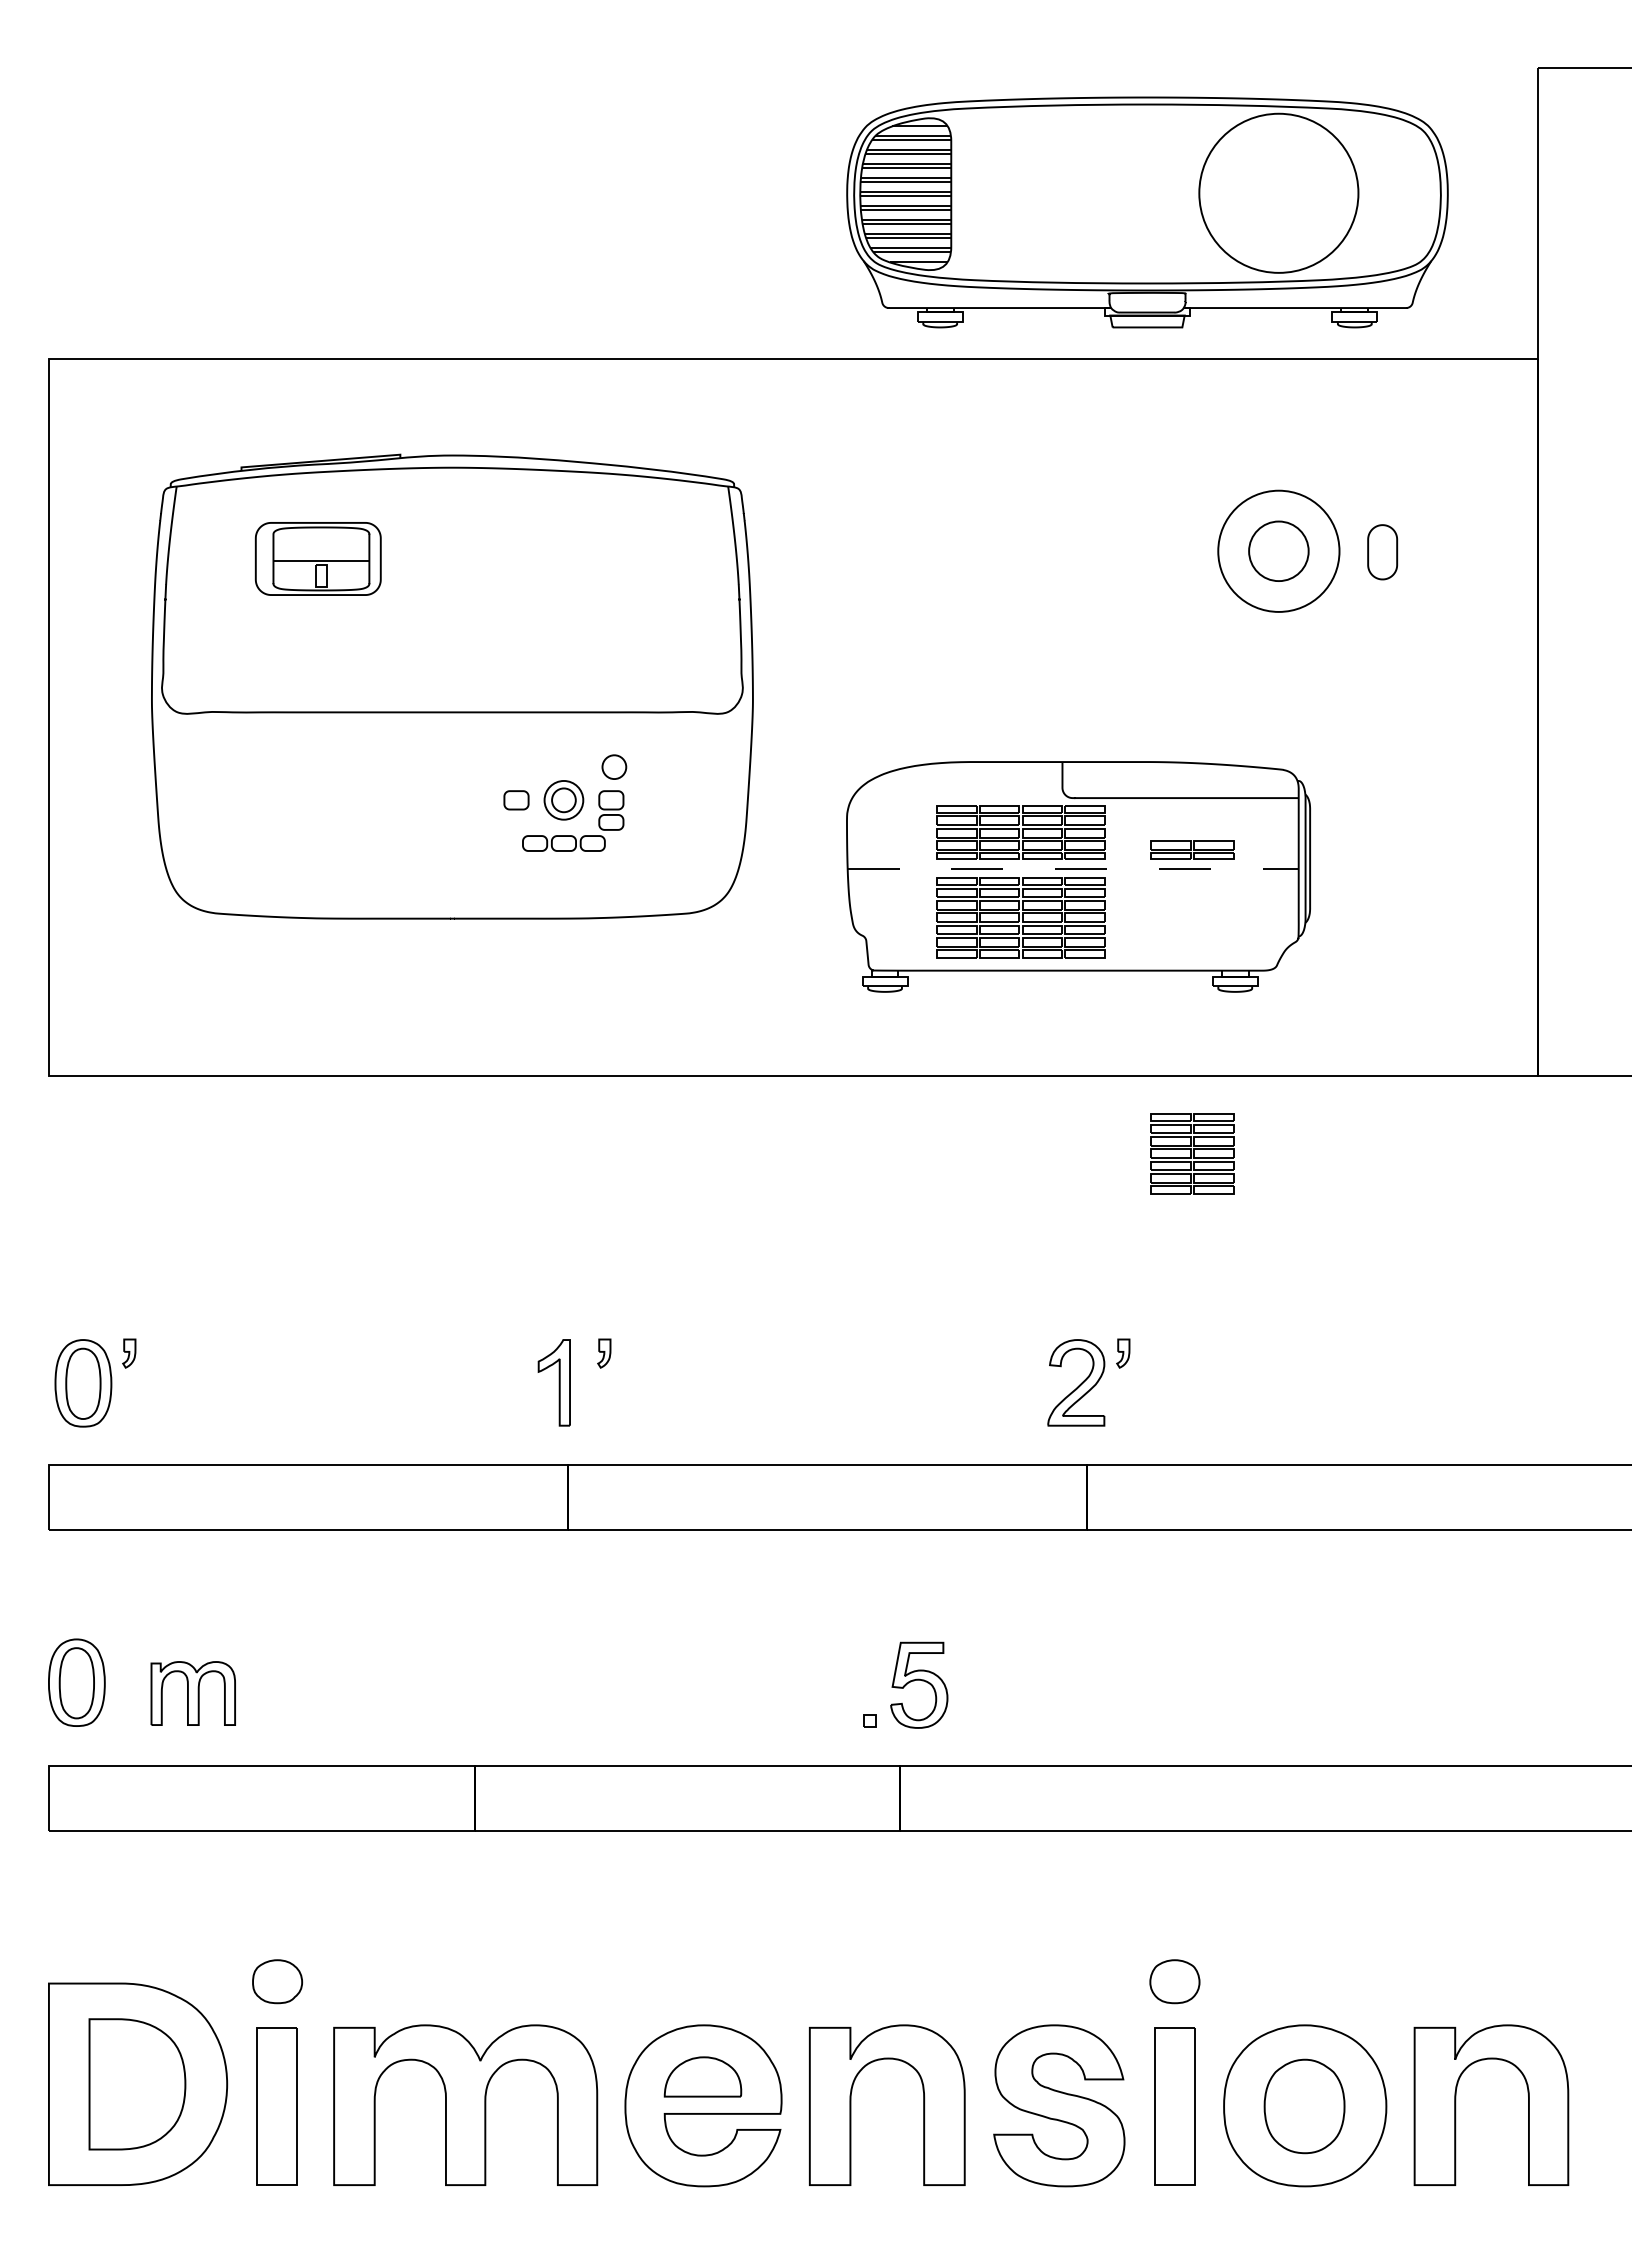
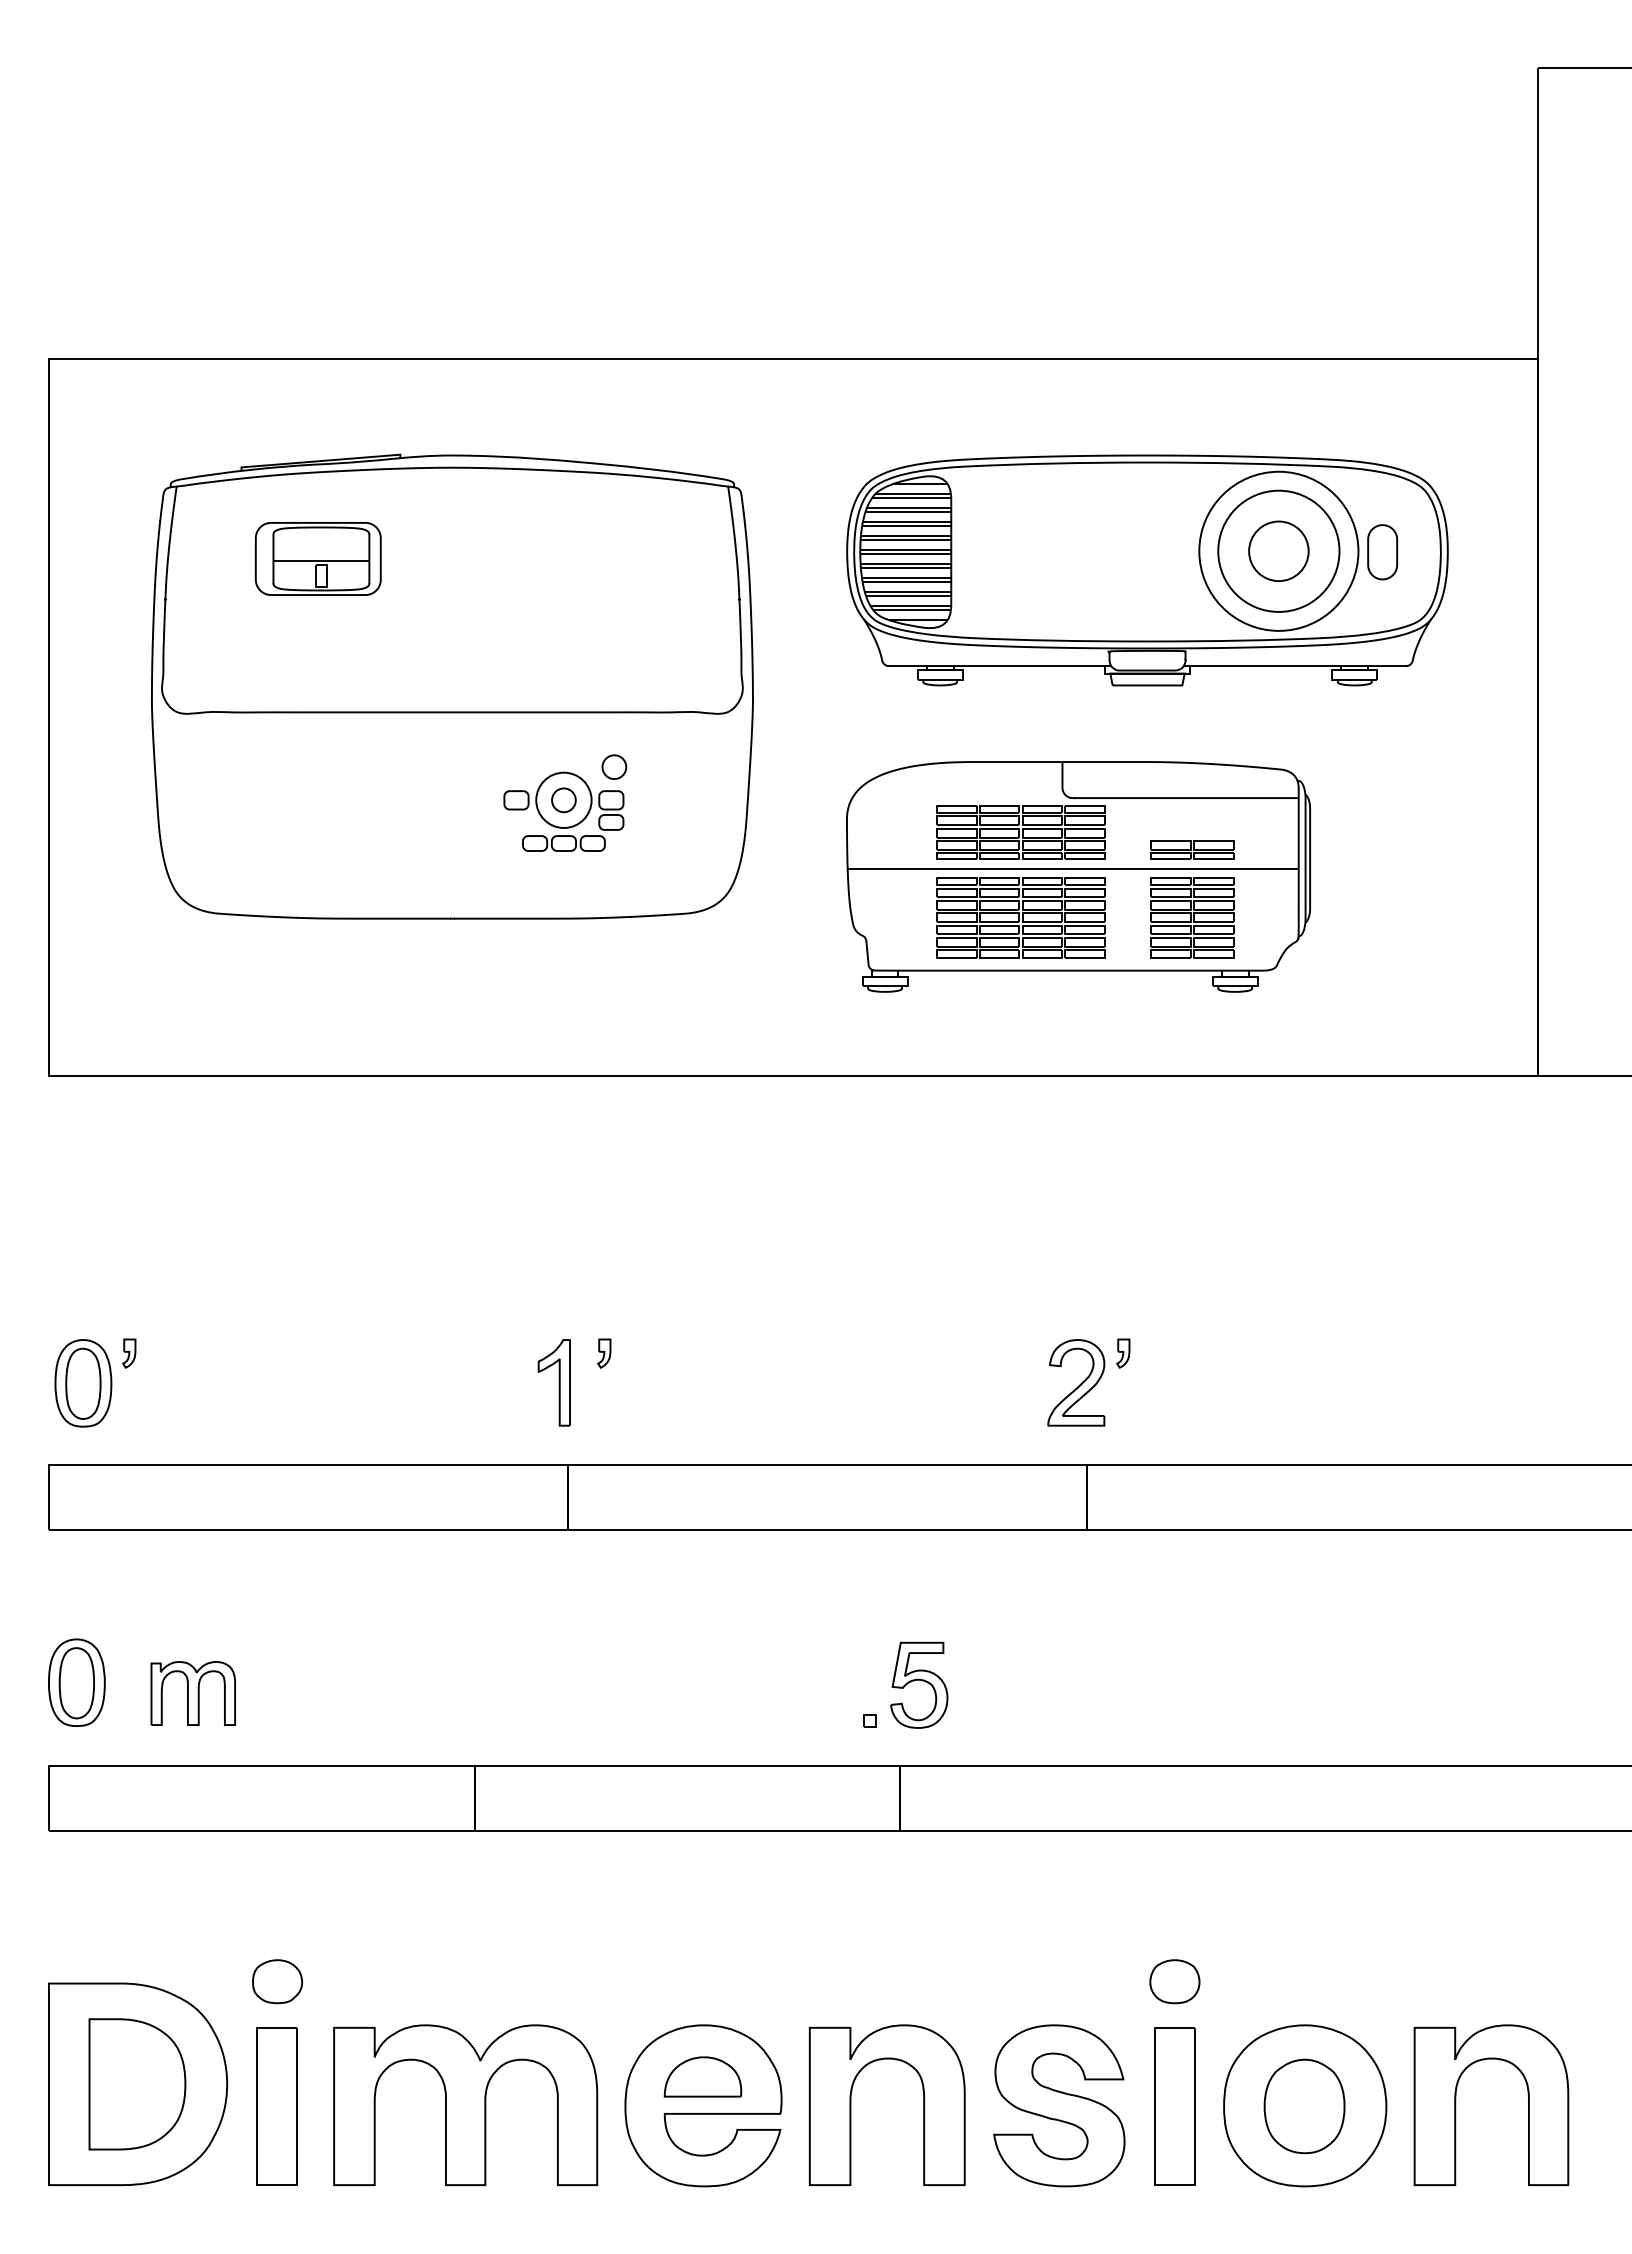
part at (1147, 212) position: (1147, 212) -> (1147, 570)
circle at (563, 799) diameter: 39 px -> 55 px
line at (1073, 868): dashed -> solid
part at (1192, 1153) position: (1192, 1153) -> (1192, 917)
